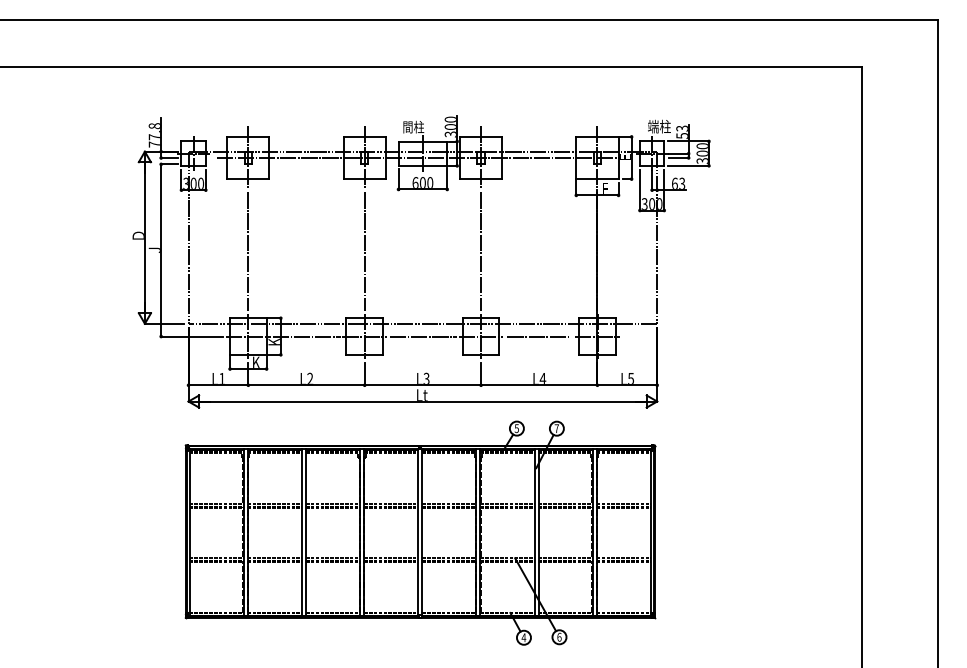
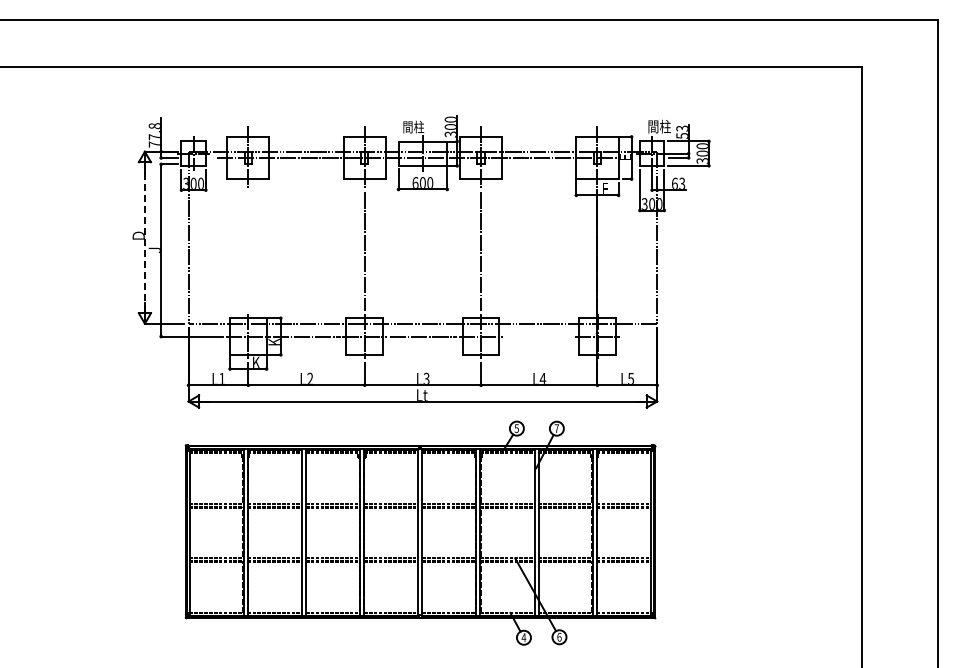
text at (653, 126): 端柱 -> 間柱
line at (144, 237): solid -> dashed
line at (248, 251): present -> none
line at (539, 336): present -> none
